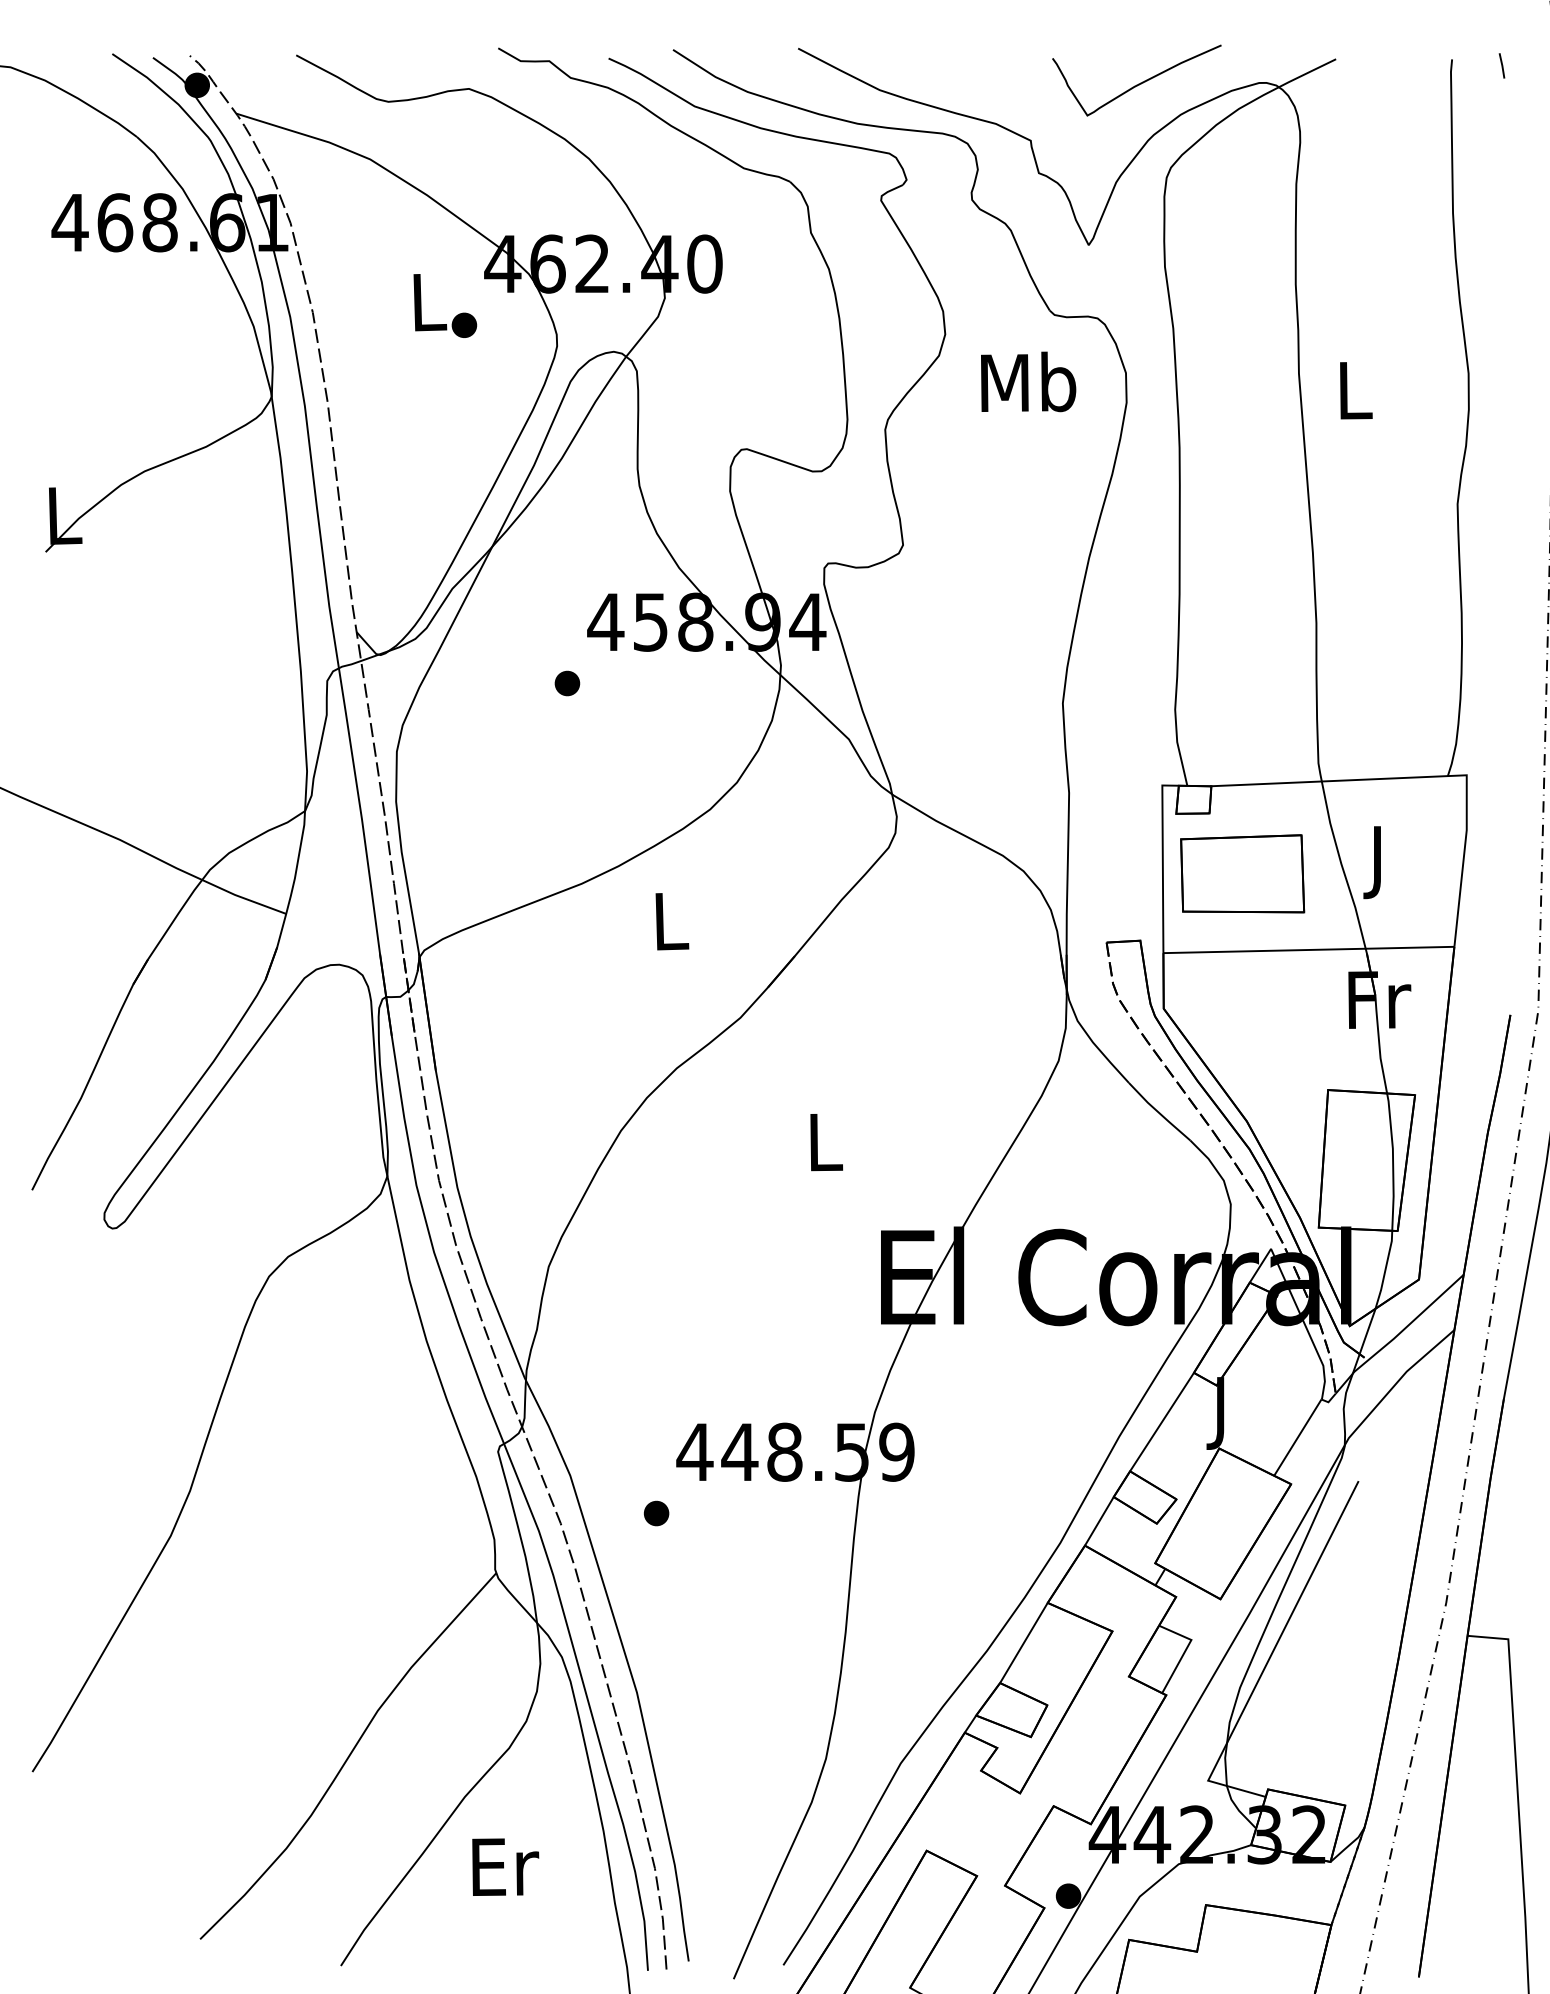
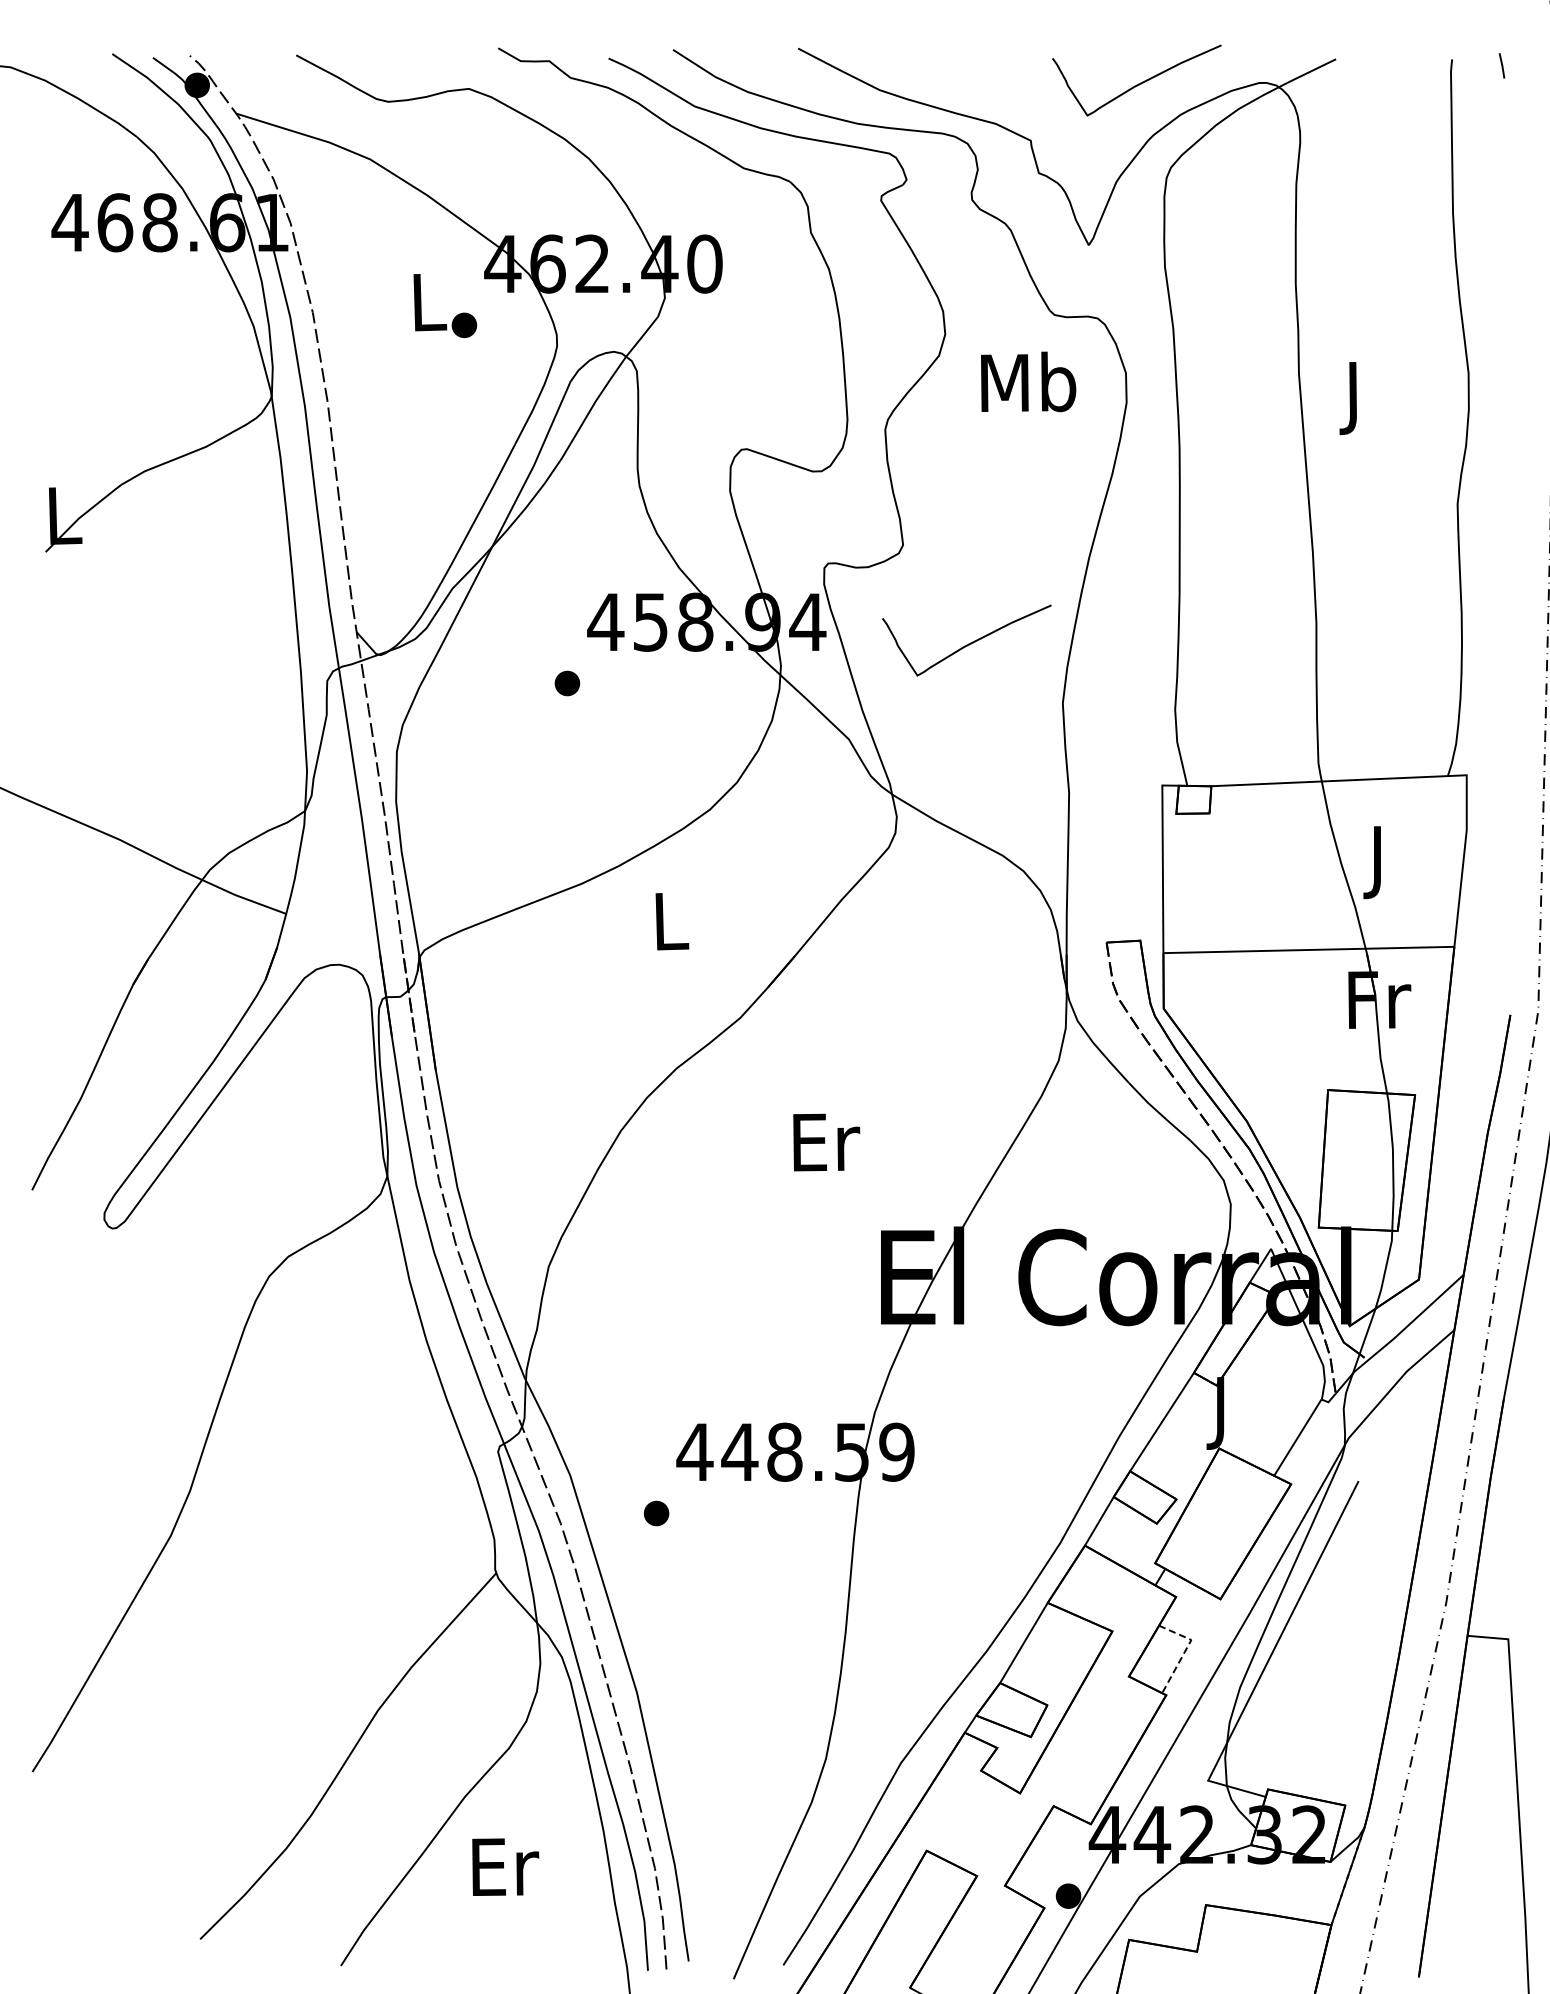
text at (1355, 398): L -> J
curve at (968, 643): none -> present
part at (1242, 873): present -> none
text at (826, 1142): L -> Er
line at (1185, 1650): solid -> dashed
